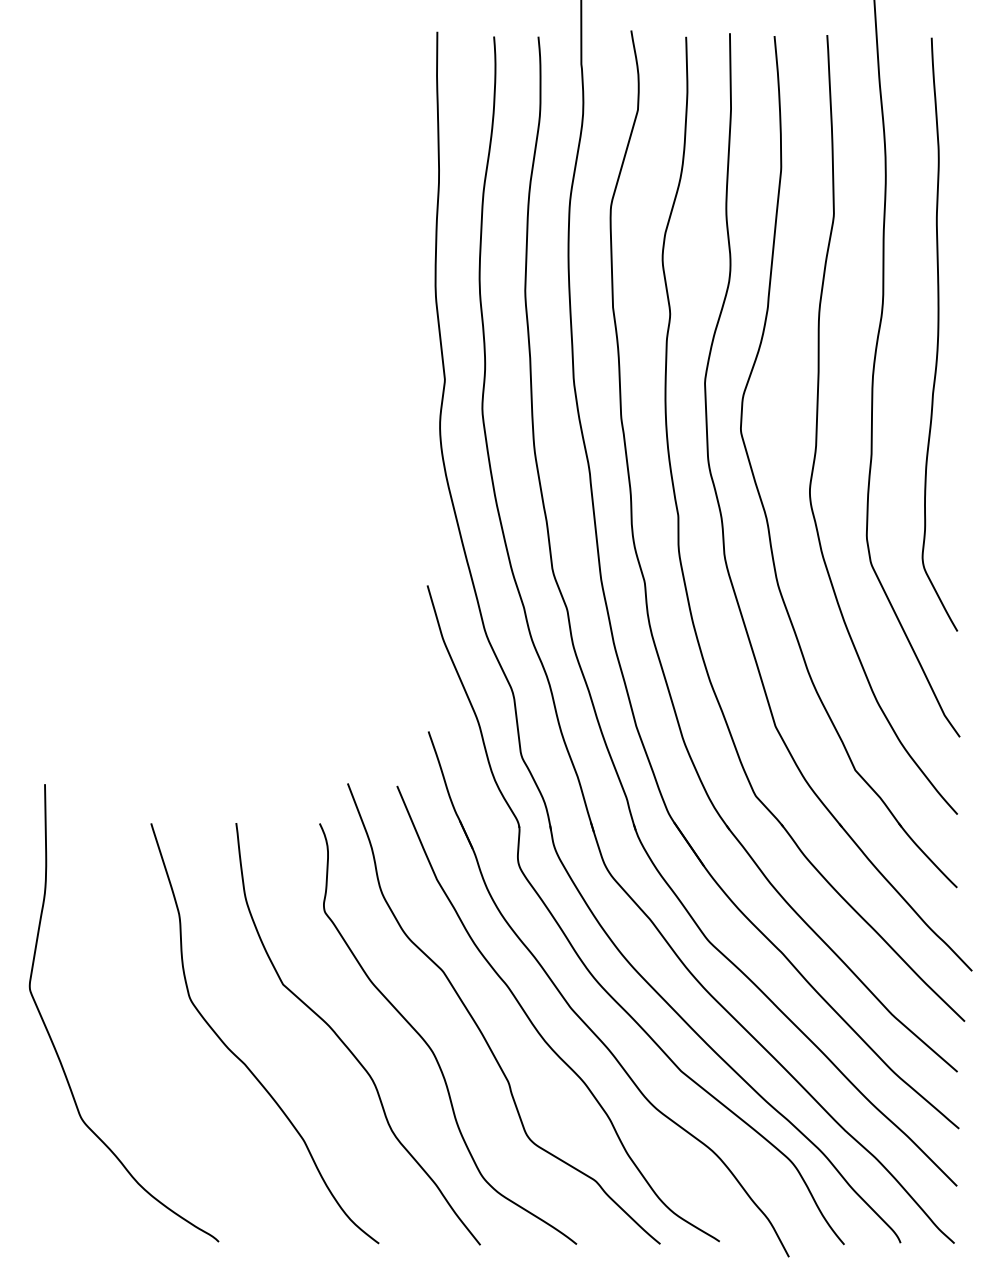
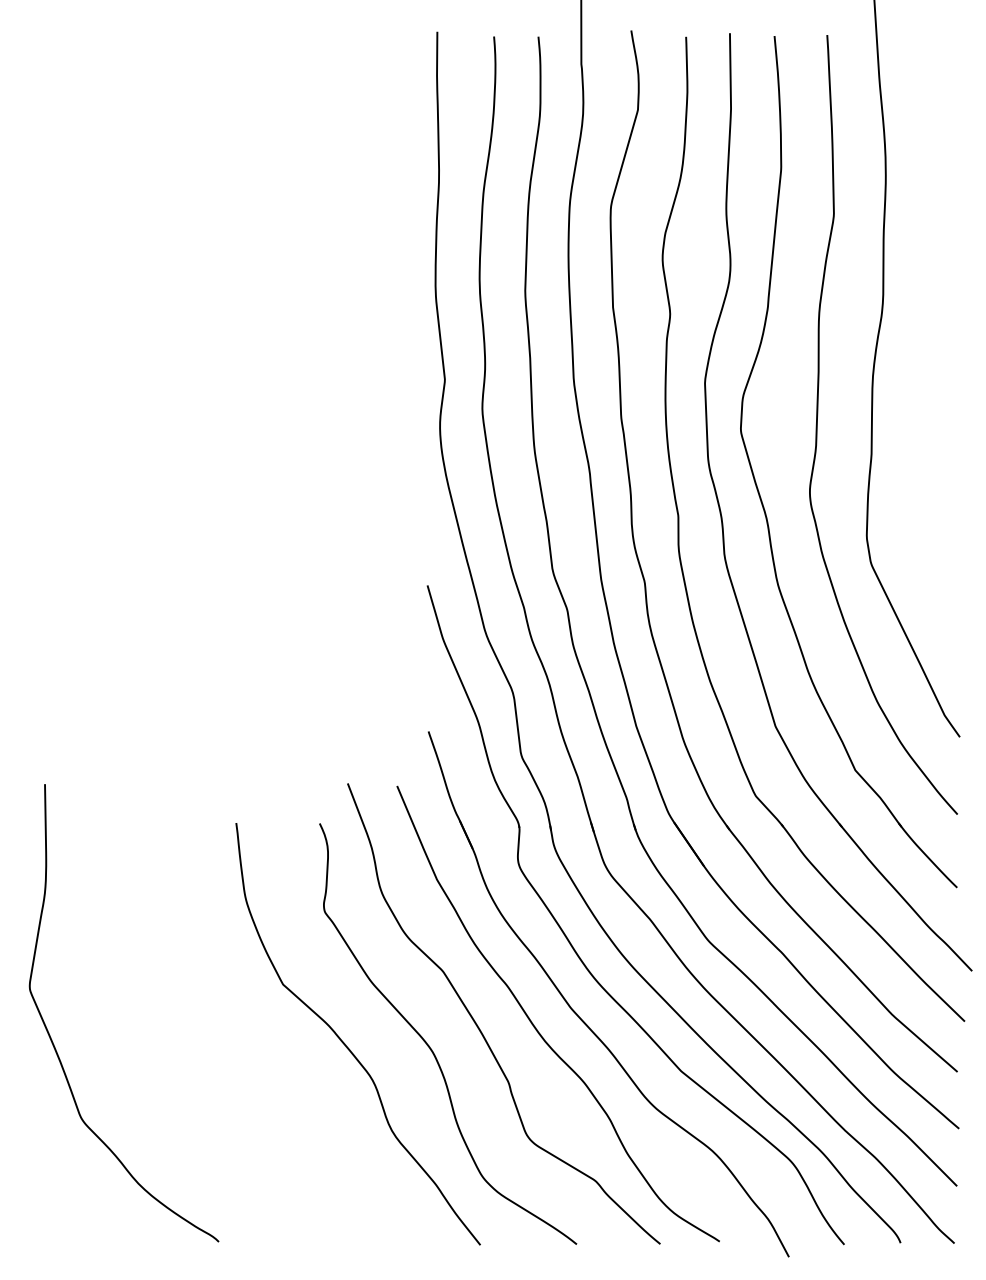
curve at (939, 334): present -> none
curve at (239, 1057): present -> none
